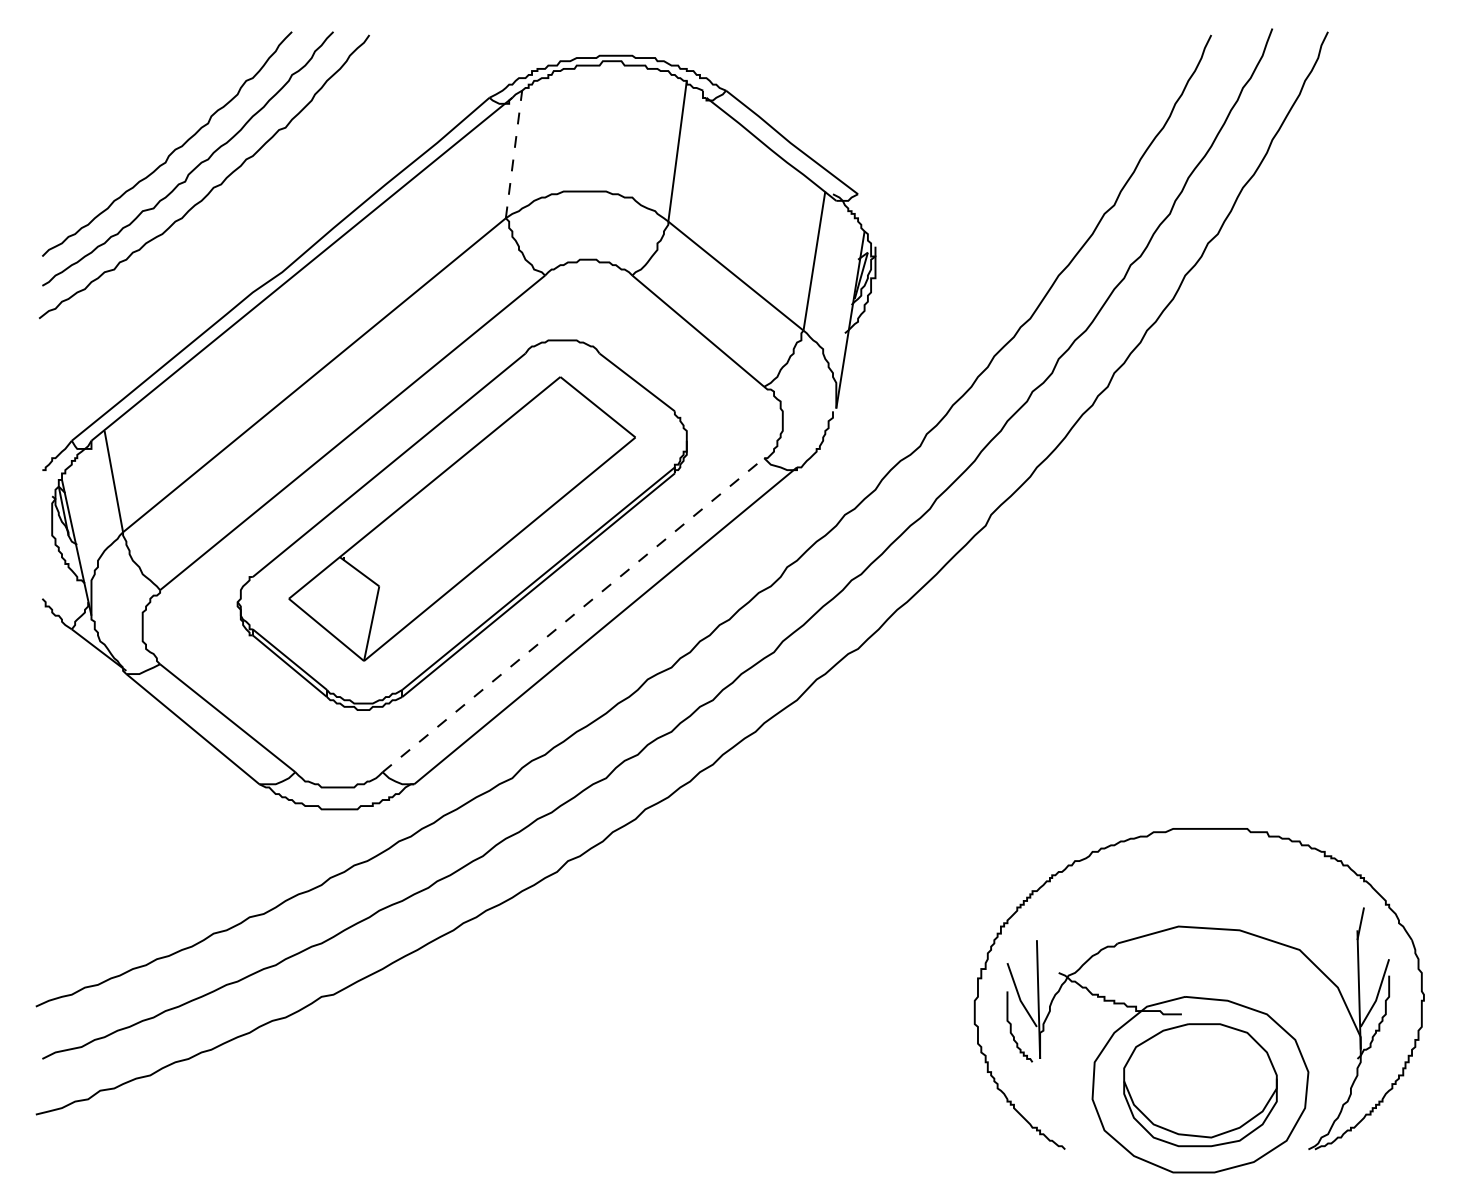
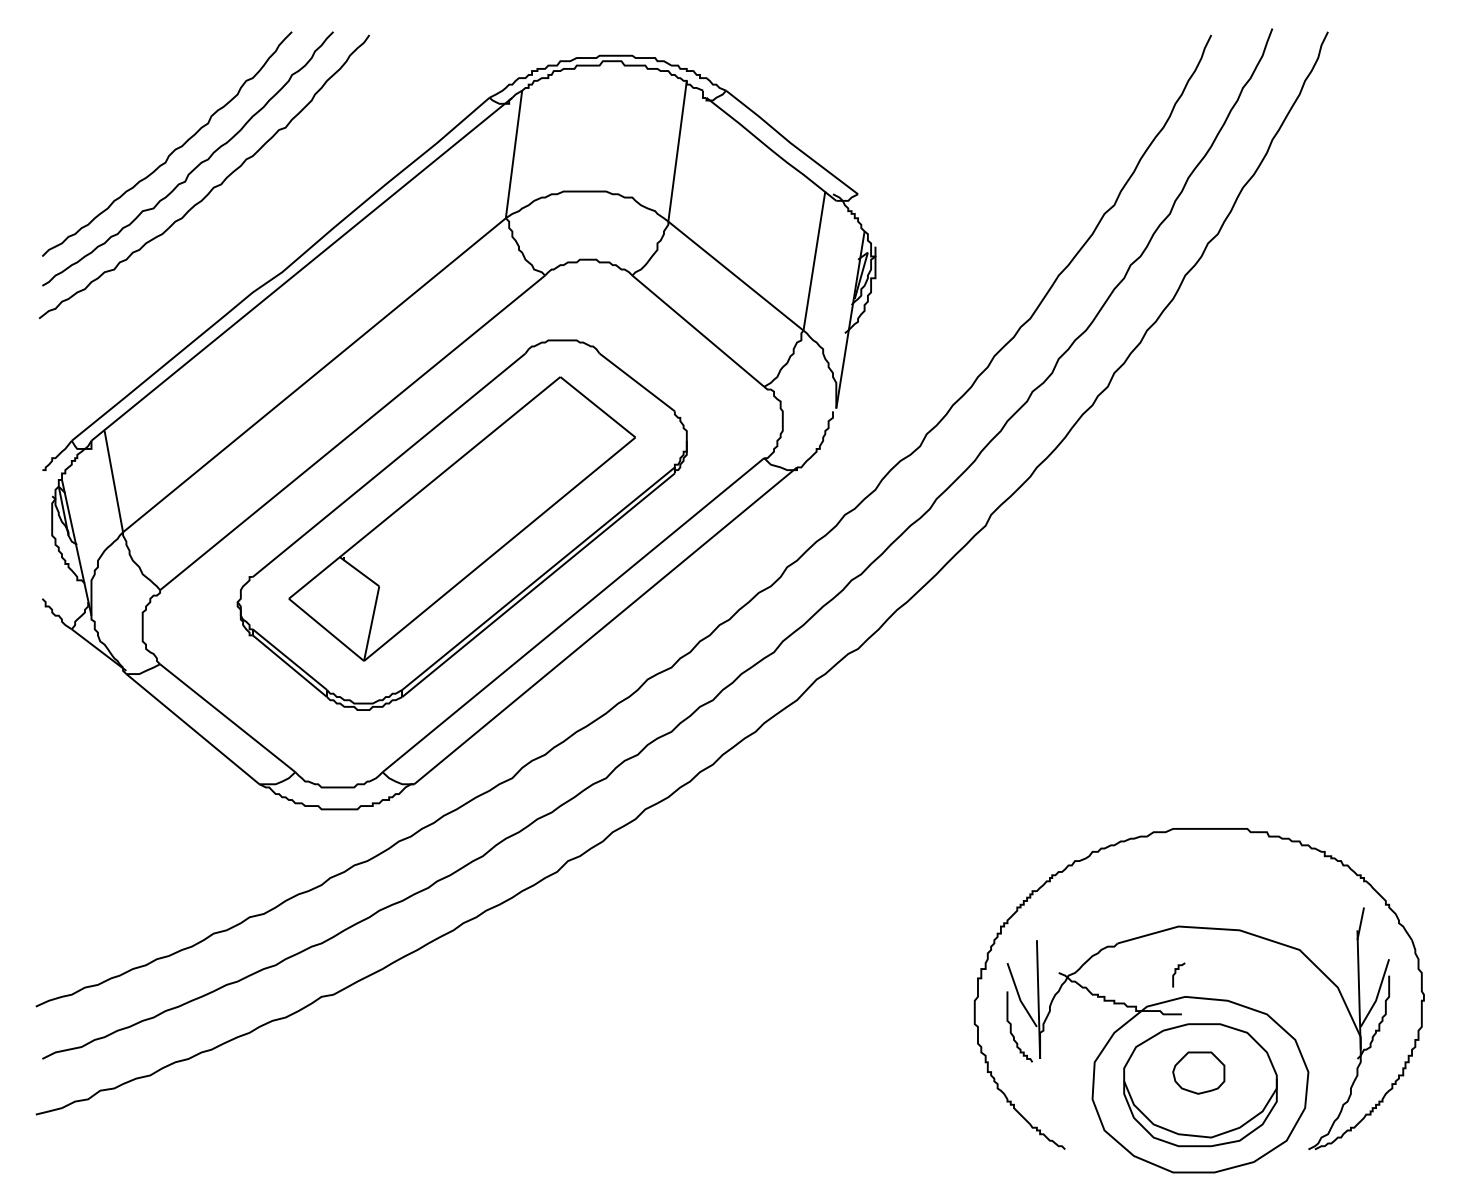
line at (514, 153): dashed -> solid
line at (573, 614): dashed -> solid
curve at (1176, 973): none -> present
part at (1198, 1072): none -> present
